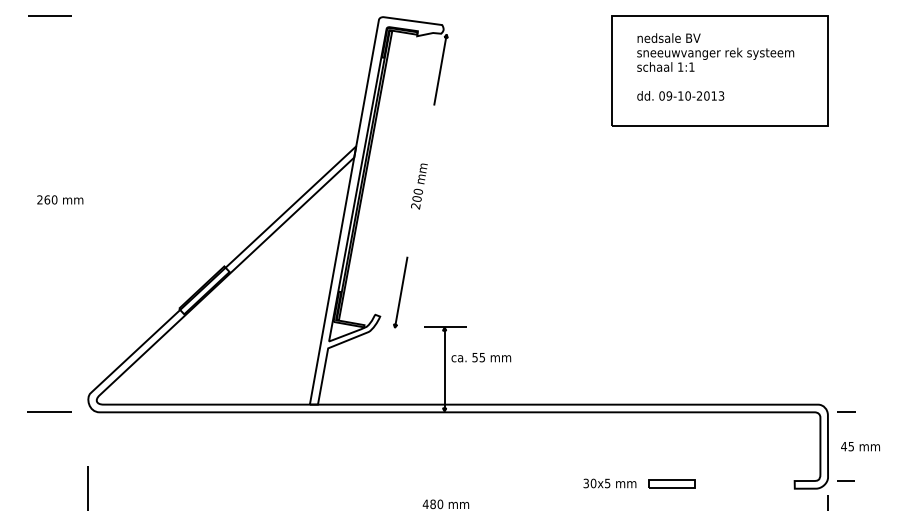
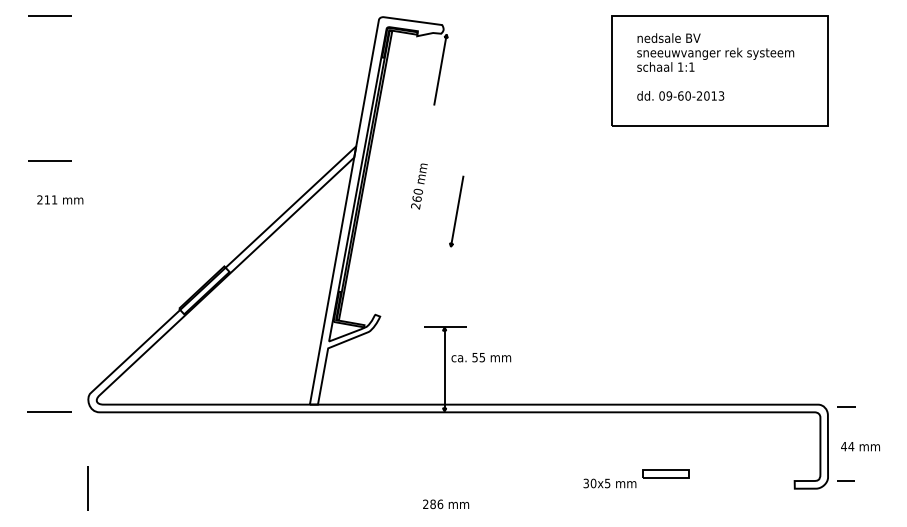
text at (680, 95): 09-10-2013 -> 09-60-2013
line at (49, 160): none -> present
text at (416, 198): 200 -> 260
text at (50, 199): 260 -> 211
part at (400, 292) position: (400, 292) -> (456, 211)
line at (846, 411) position: (846, 411) -> (846, 406)
text at (851, 446): 45 -> 44
part at (671, 483) position: (671, 483) -> (665, 473)
line at (827, 502): present -> none
text at (432, 503): 480 -> 286
